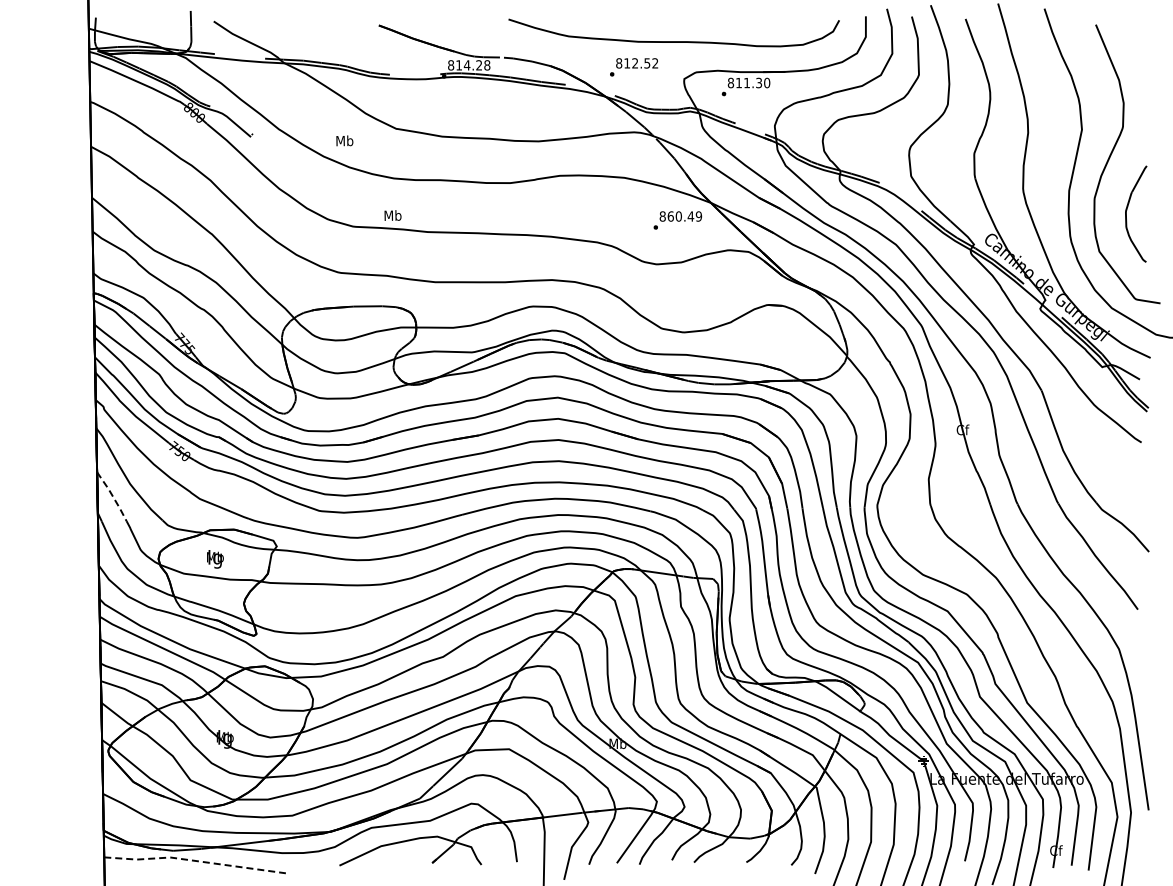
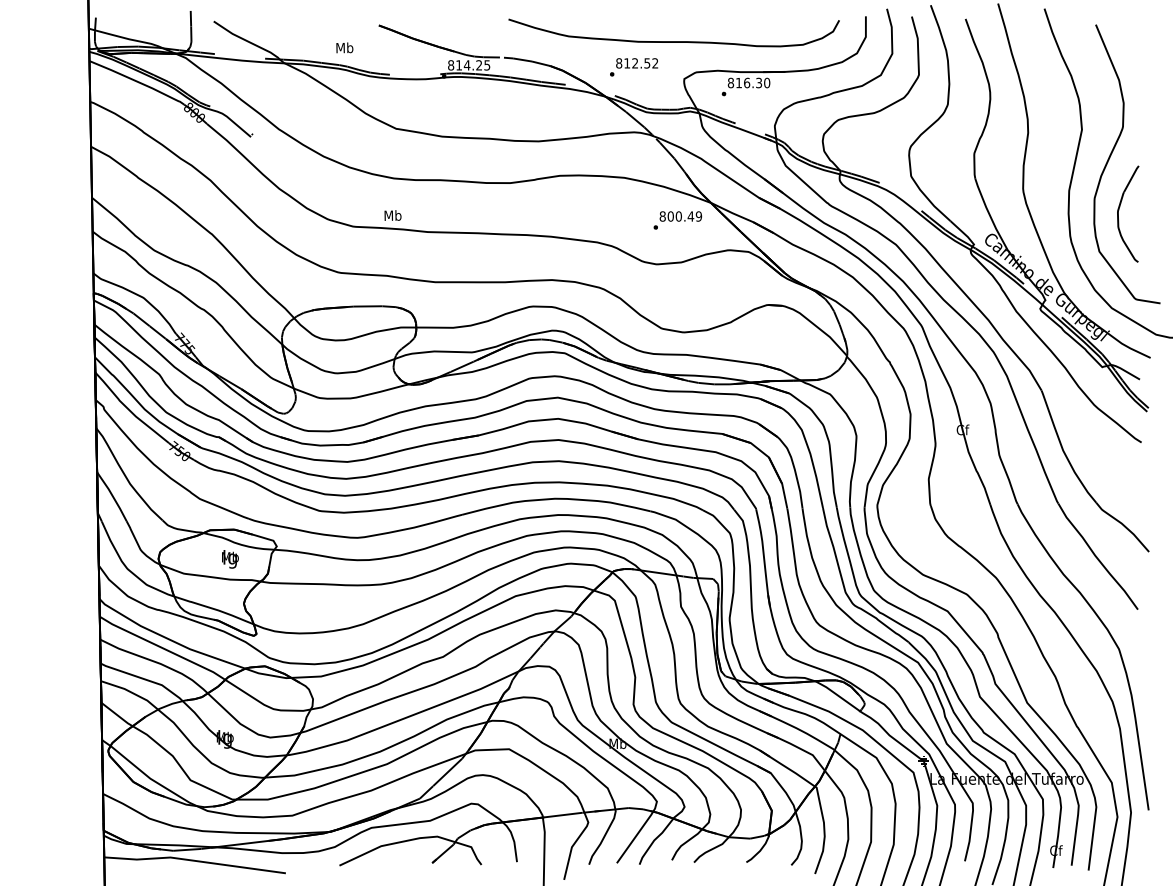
text at (487, 65): 814.28 -> 814.25
text at (747, 82): 811.30 -> 816.30
text at (344, 140) position: (344, 140) -> (344, 47)
part at (1127, 210) position: (1127, 210) -> (1119, 210)
text at (670, 216): 860.49 -> 800.49
line at (113, 496): dashed -> solid
text at (215, 559) position: (215, 559) -> (230, 559)
line at (194, 860): dashed -> solid
